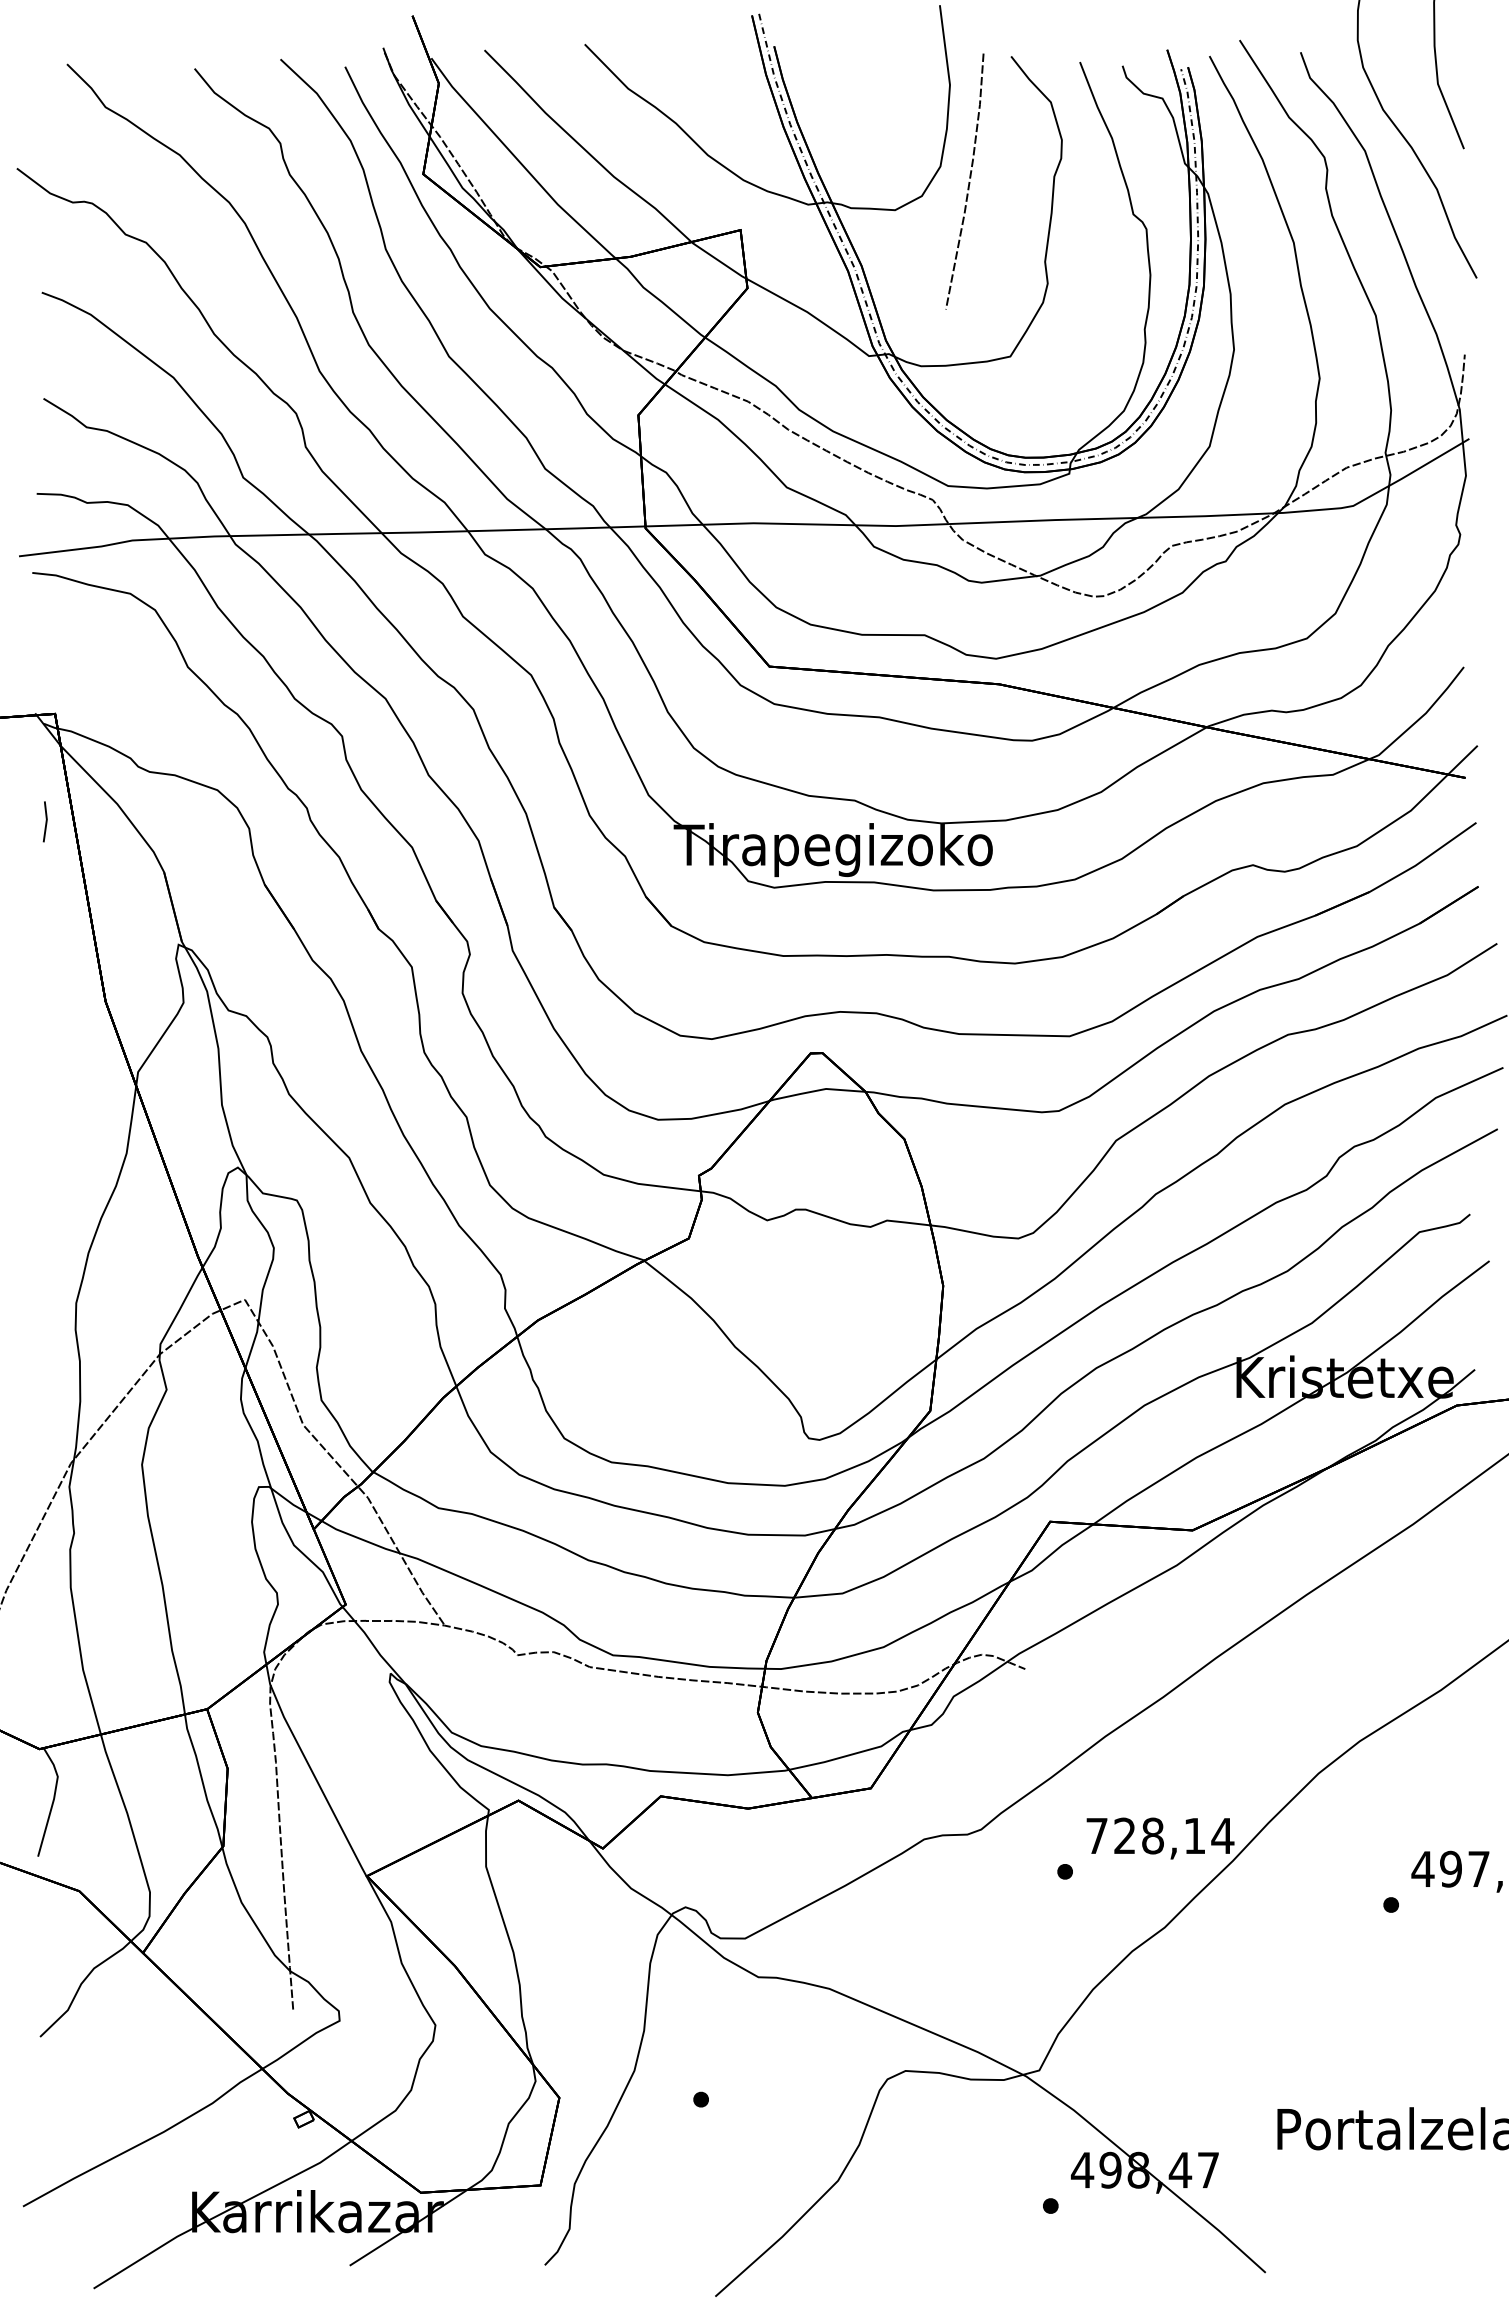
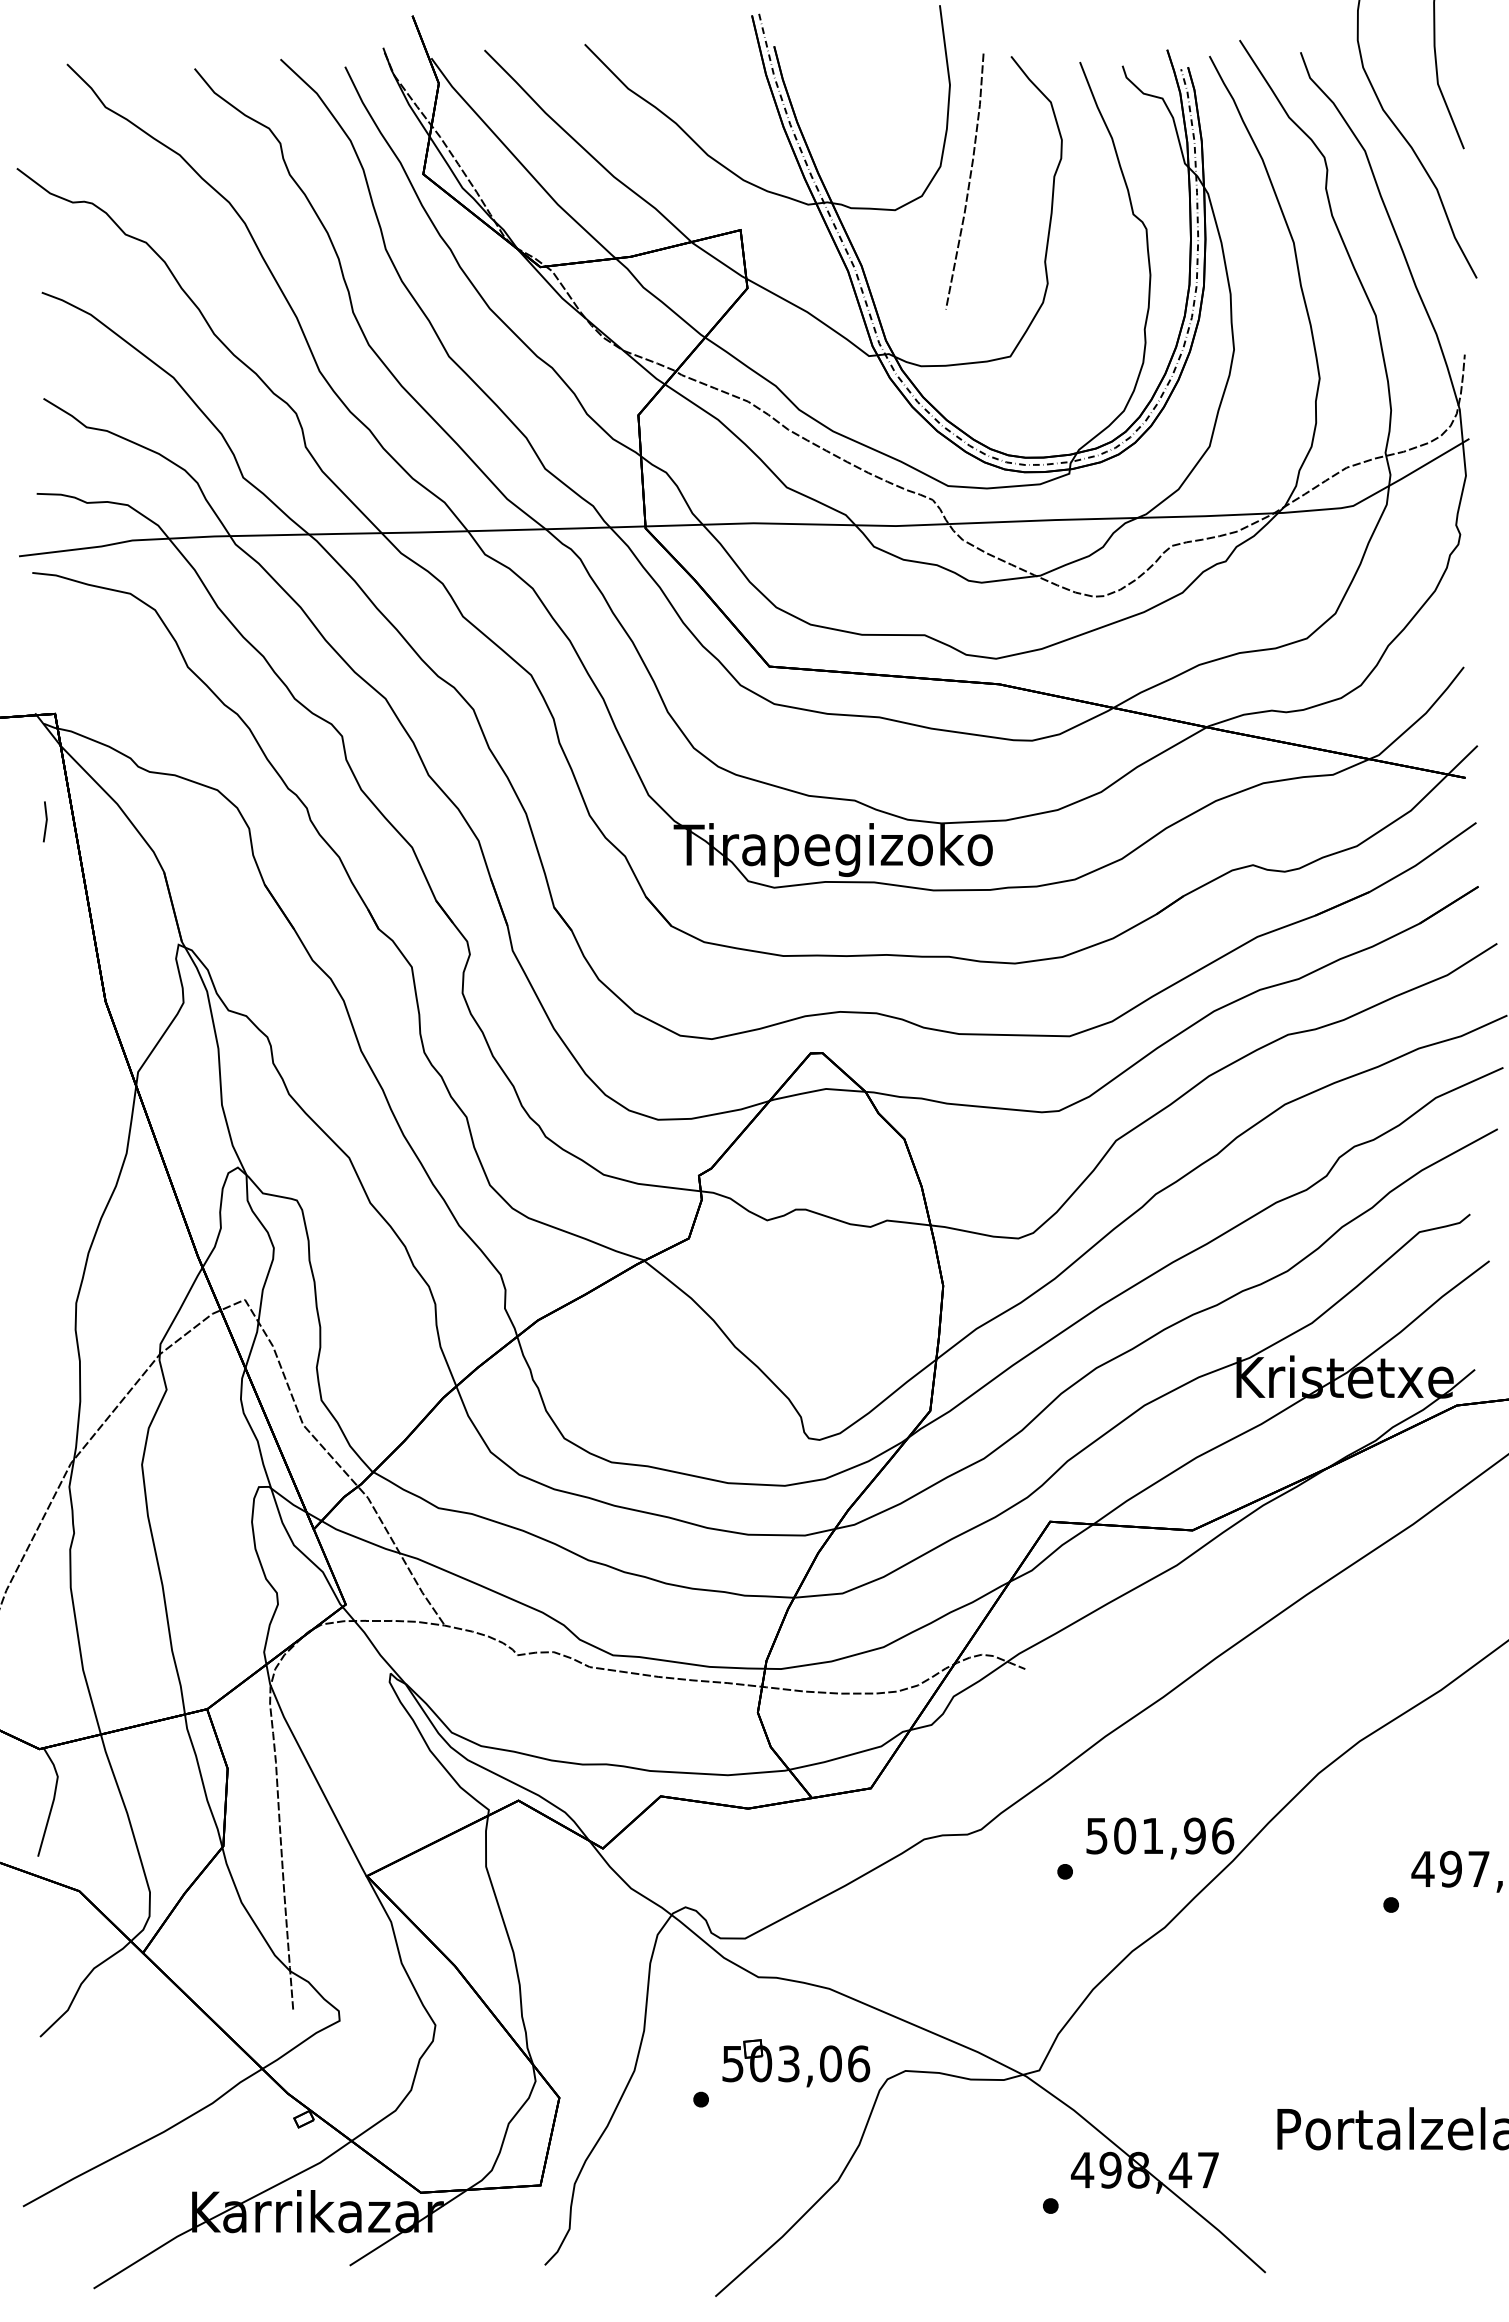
text at (1160, 1835): 728,14 -> 501,96
part at (796, 2063): none -> present
